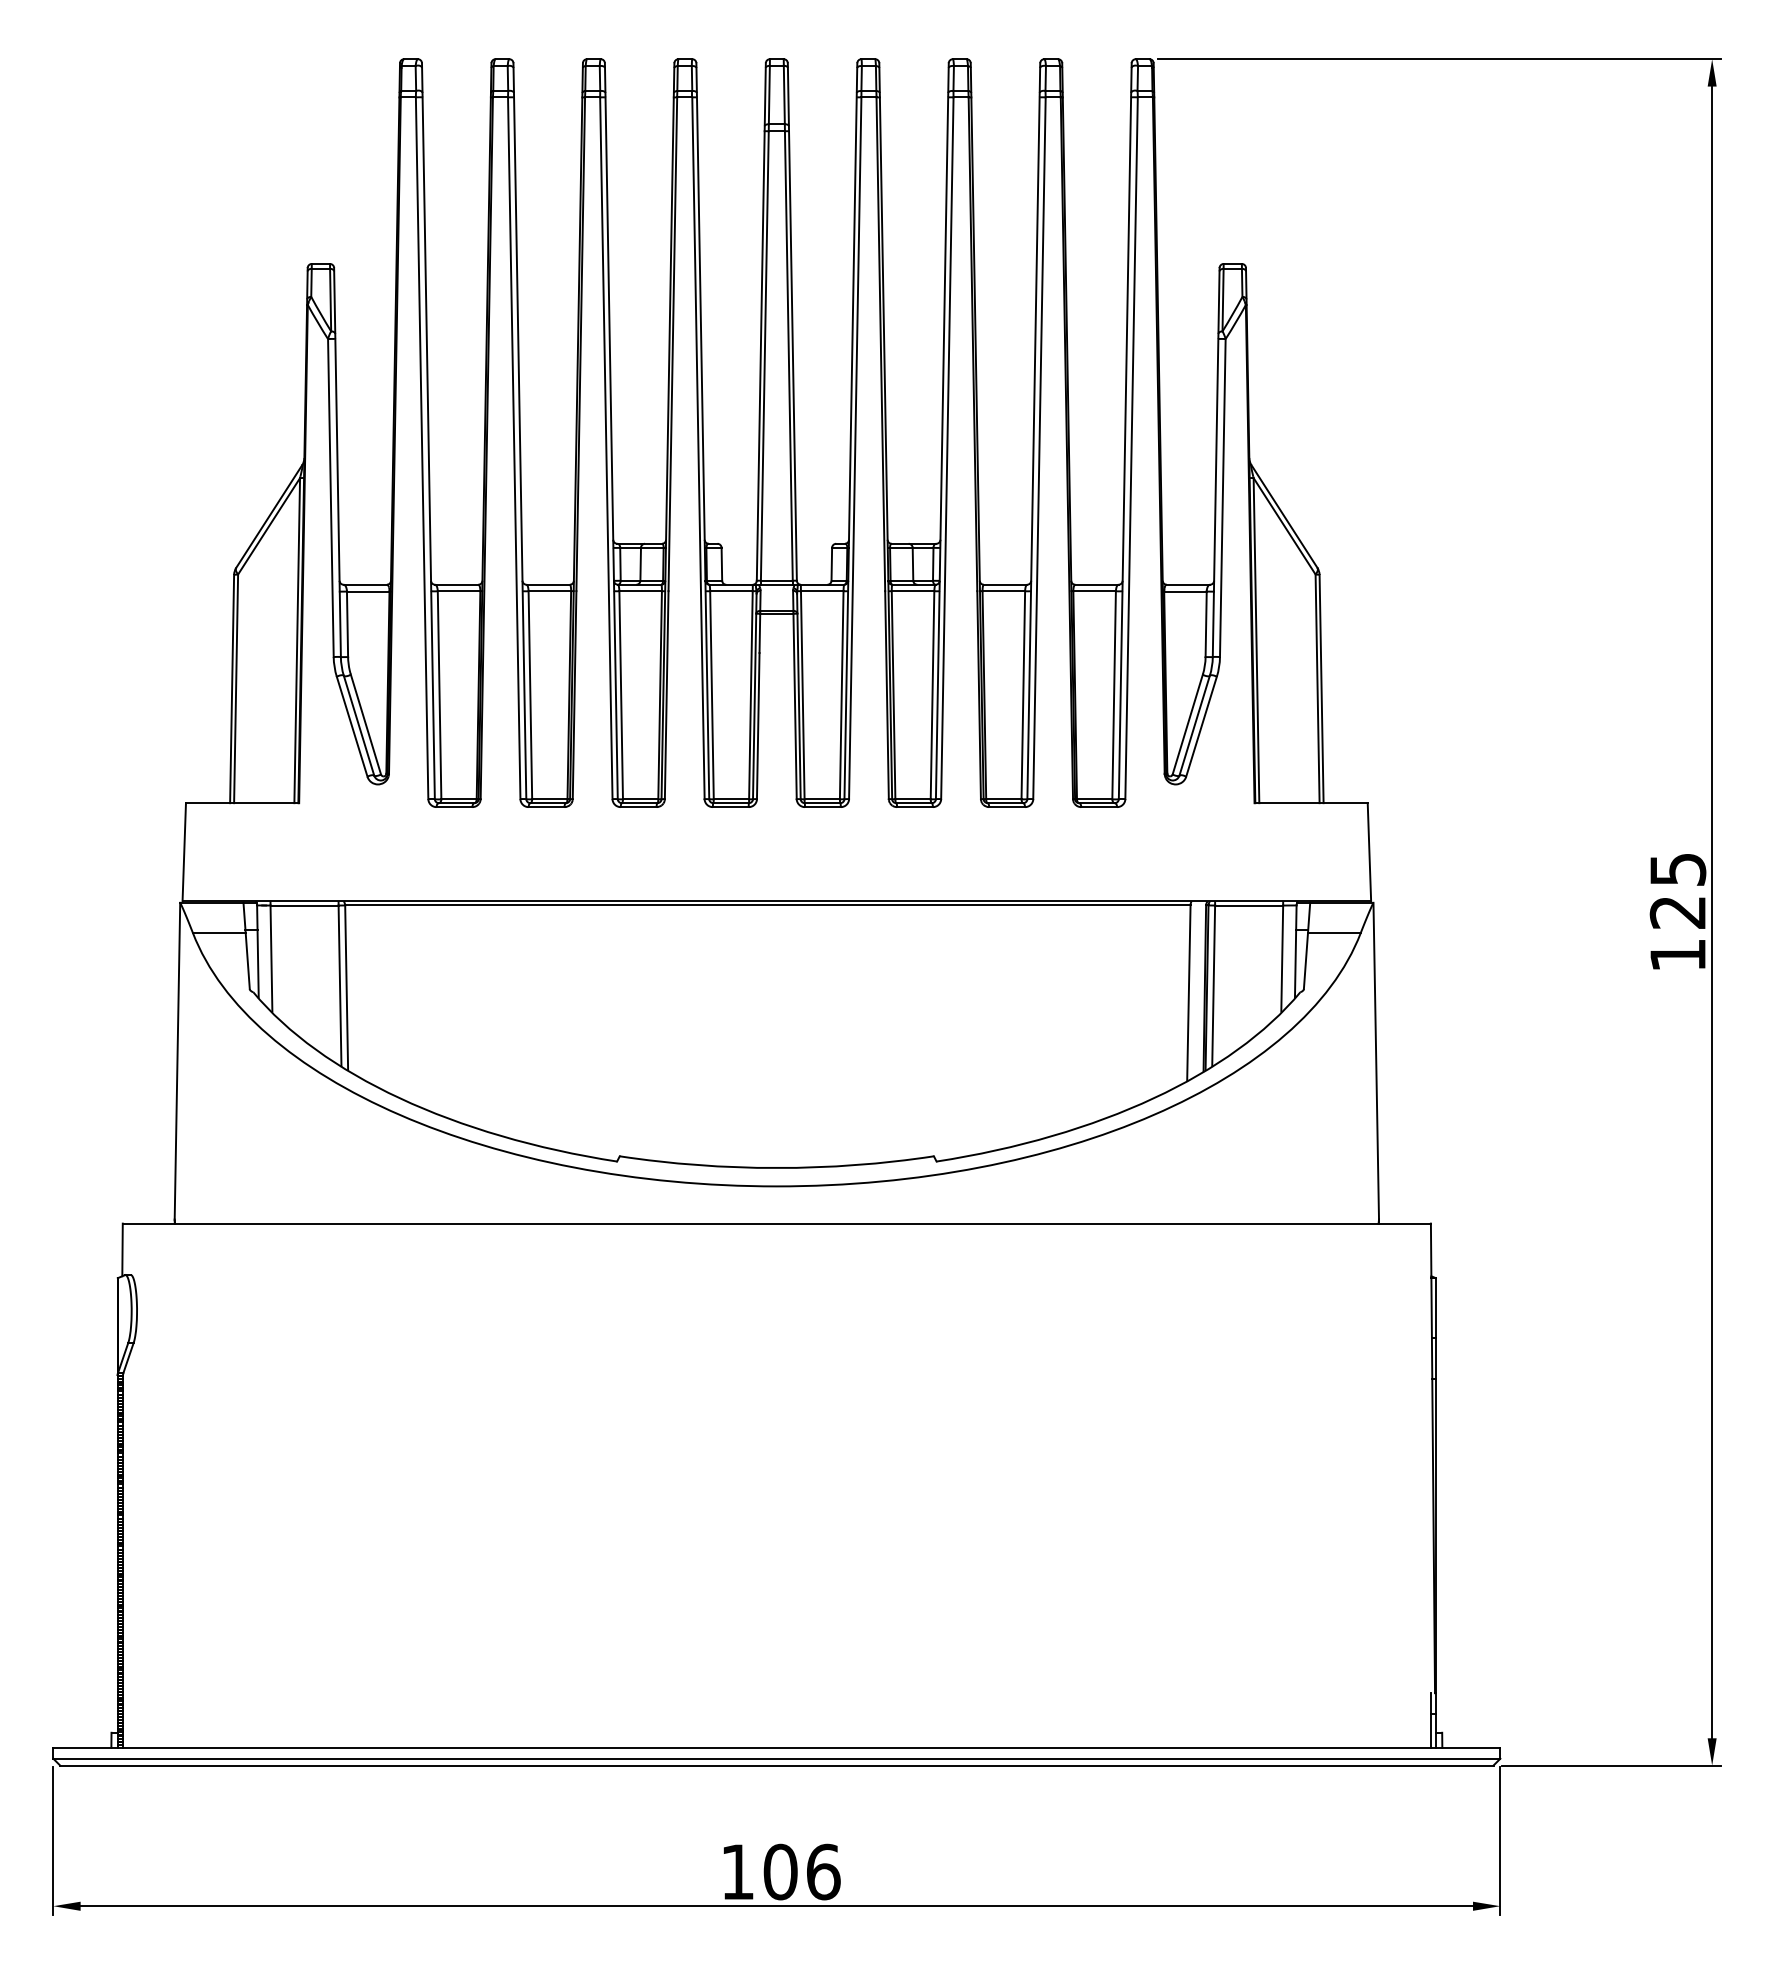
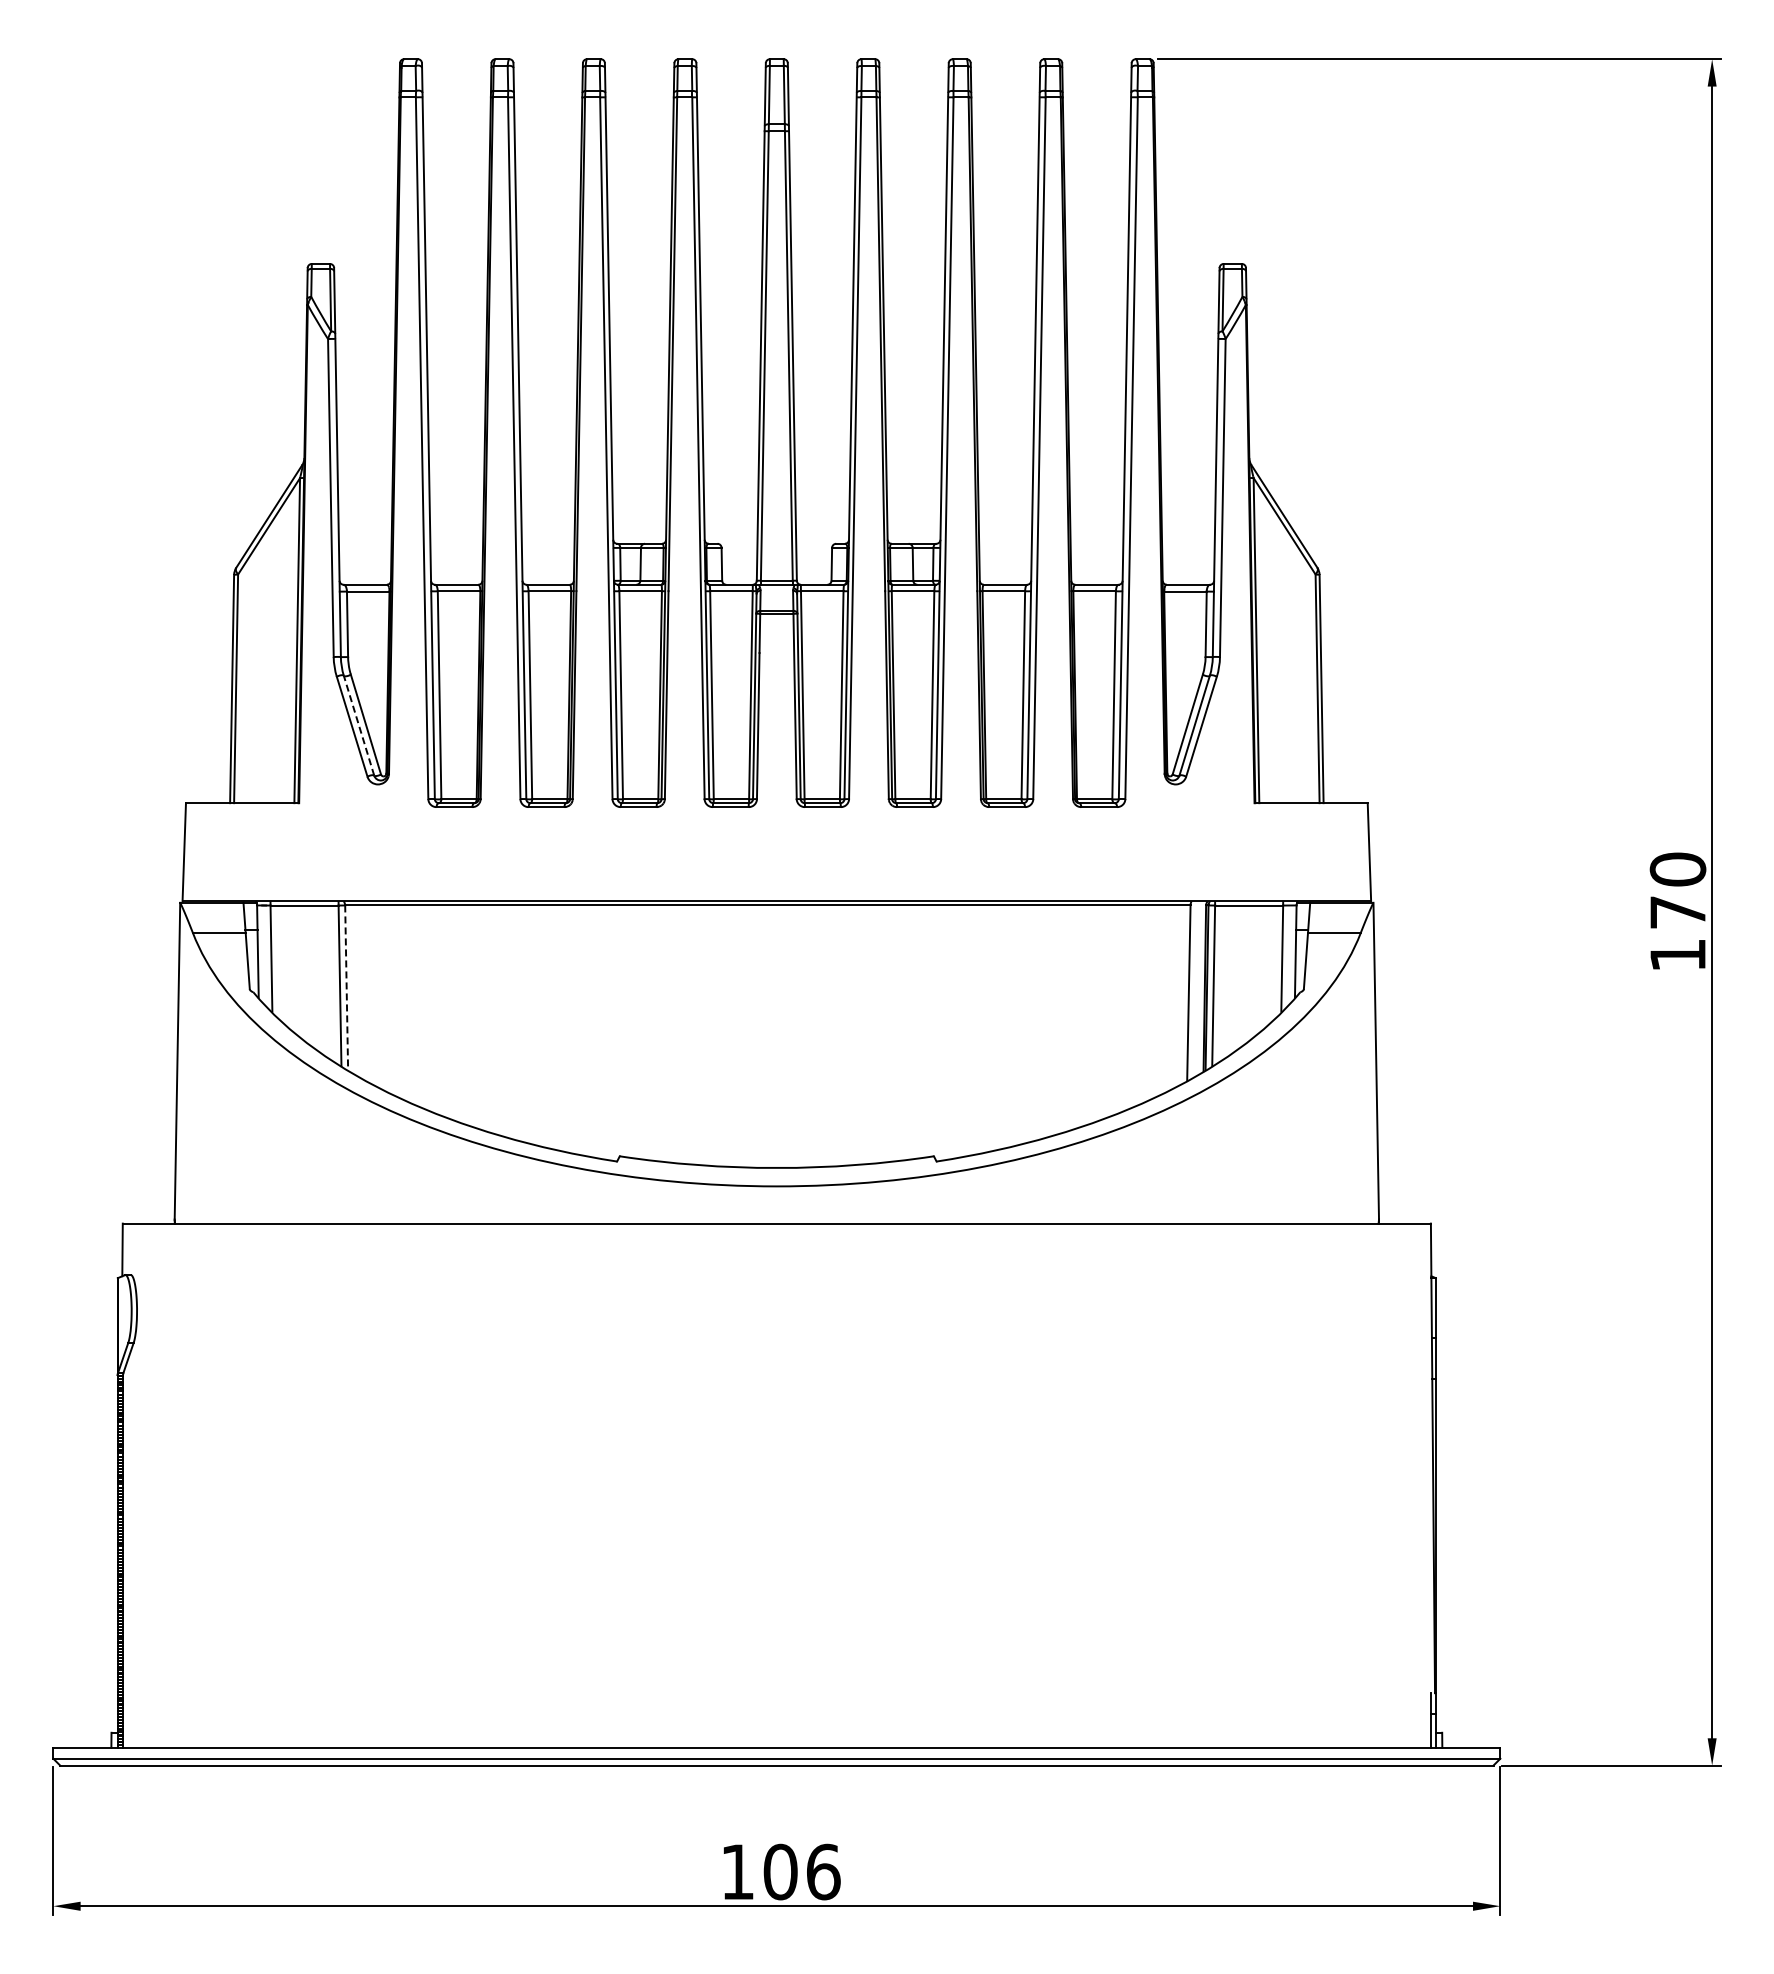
line at (358, 725): solid -> dashed
text at (1677, 890): 125 -> 170
line at (346, 988): solid -> dashed
